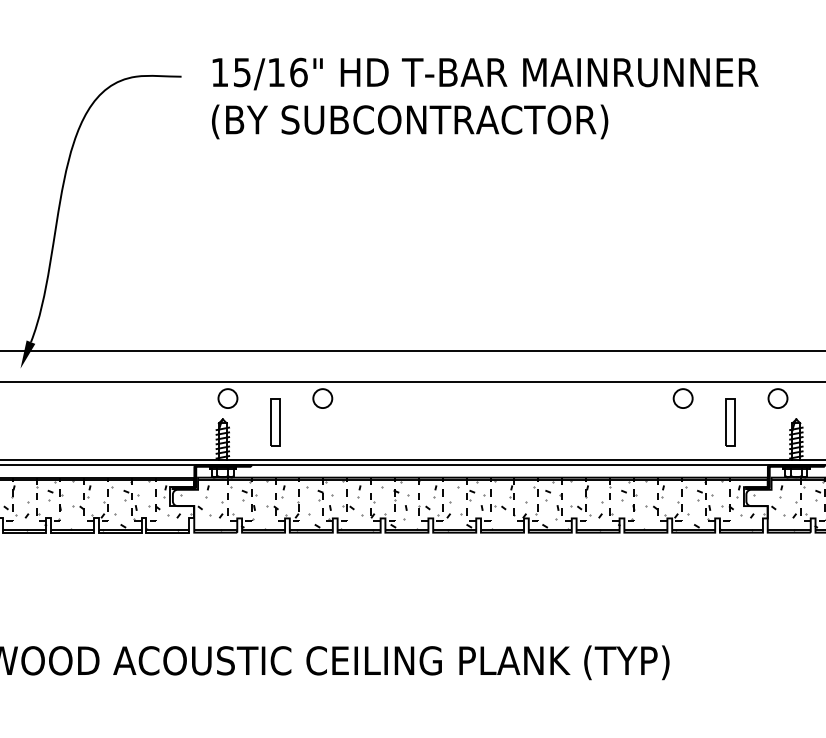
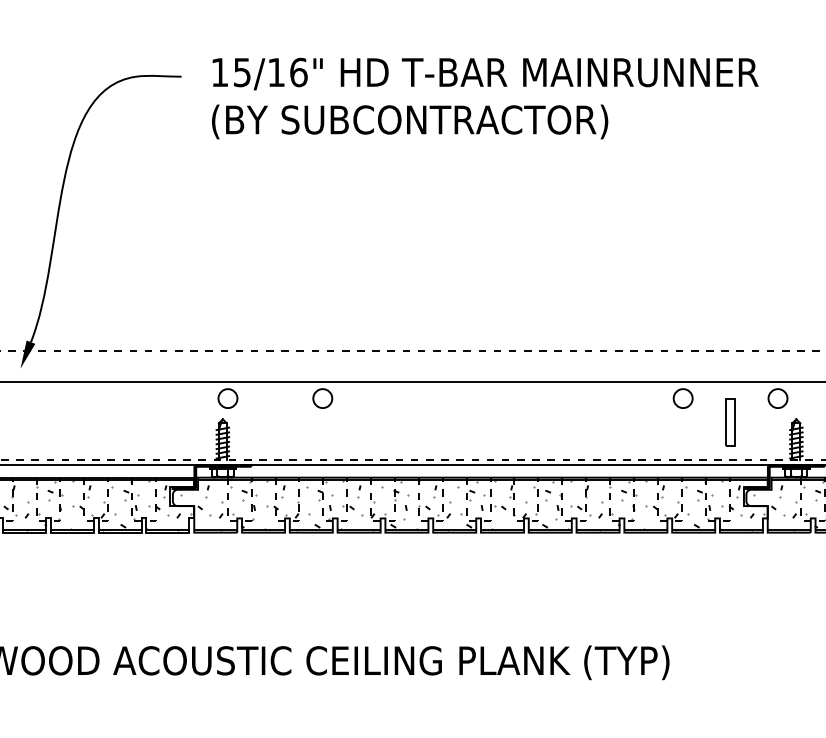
line at (413, 351): solid -> dashed
part at (275, 422): present -> none
line at (413, 460): solid -> dashed
